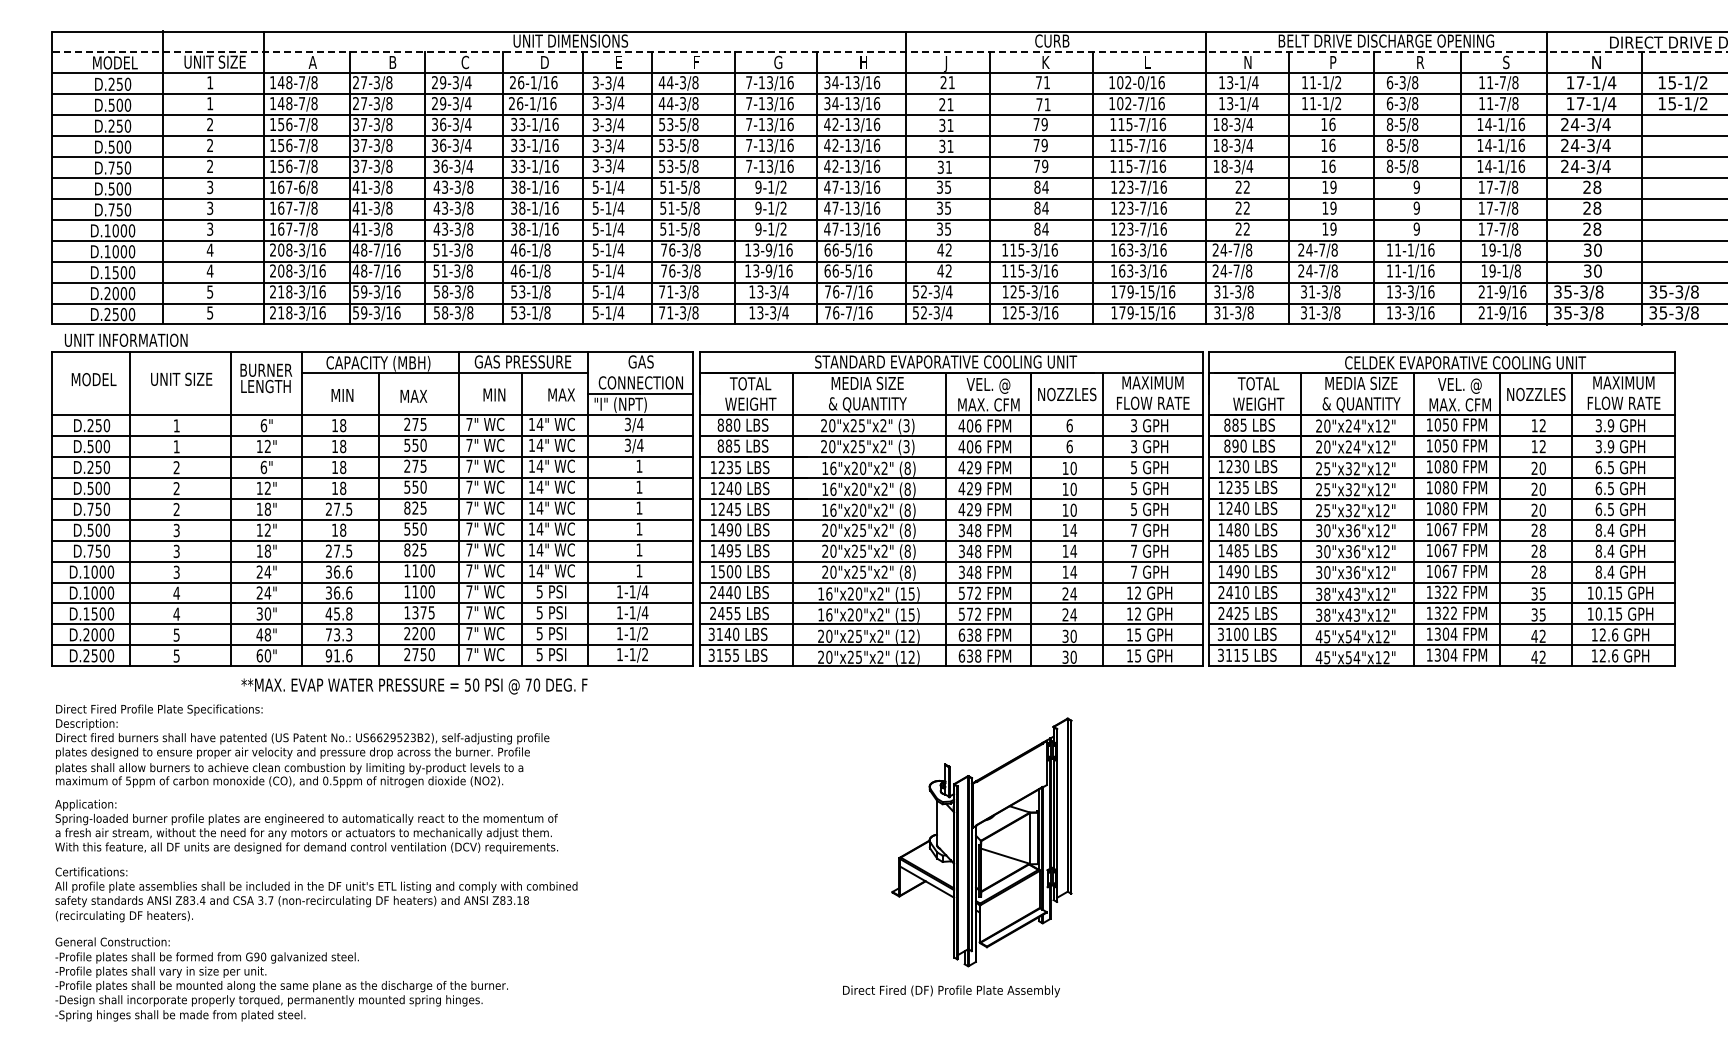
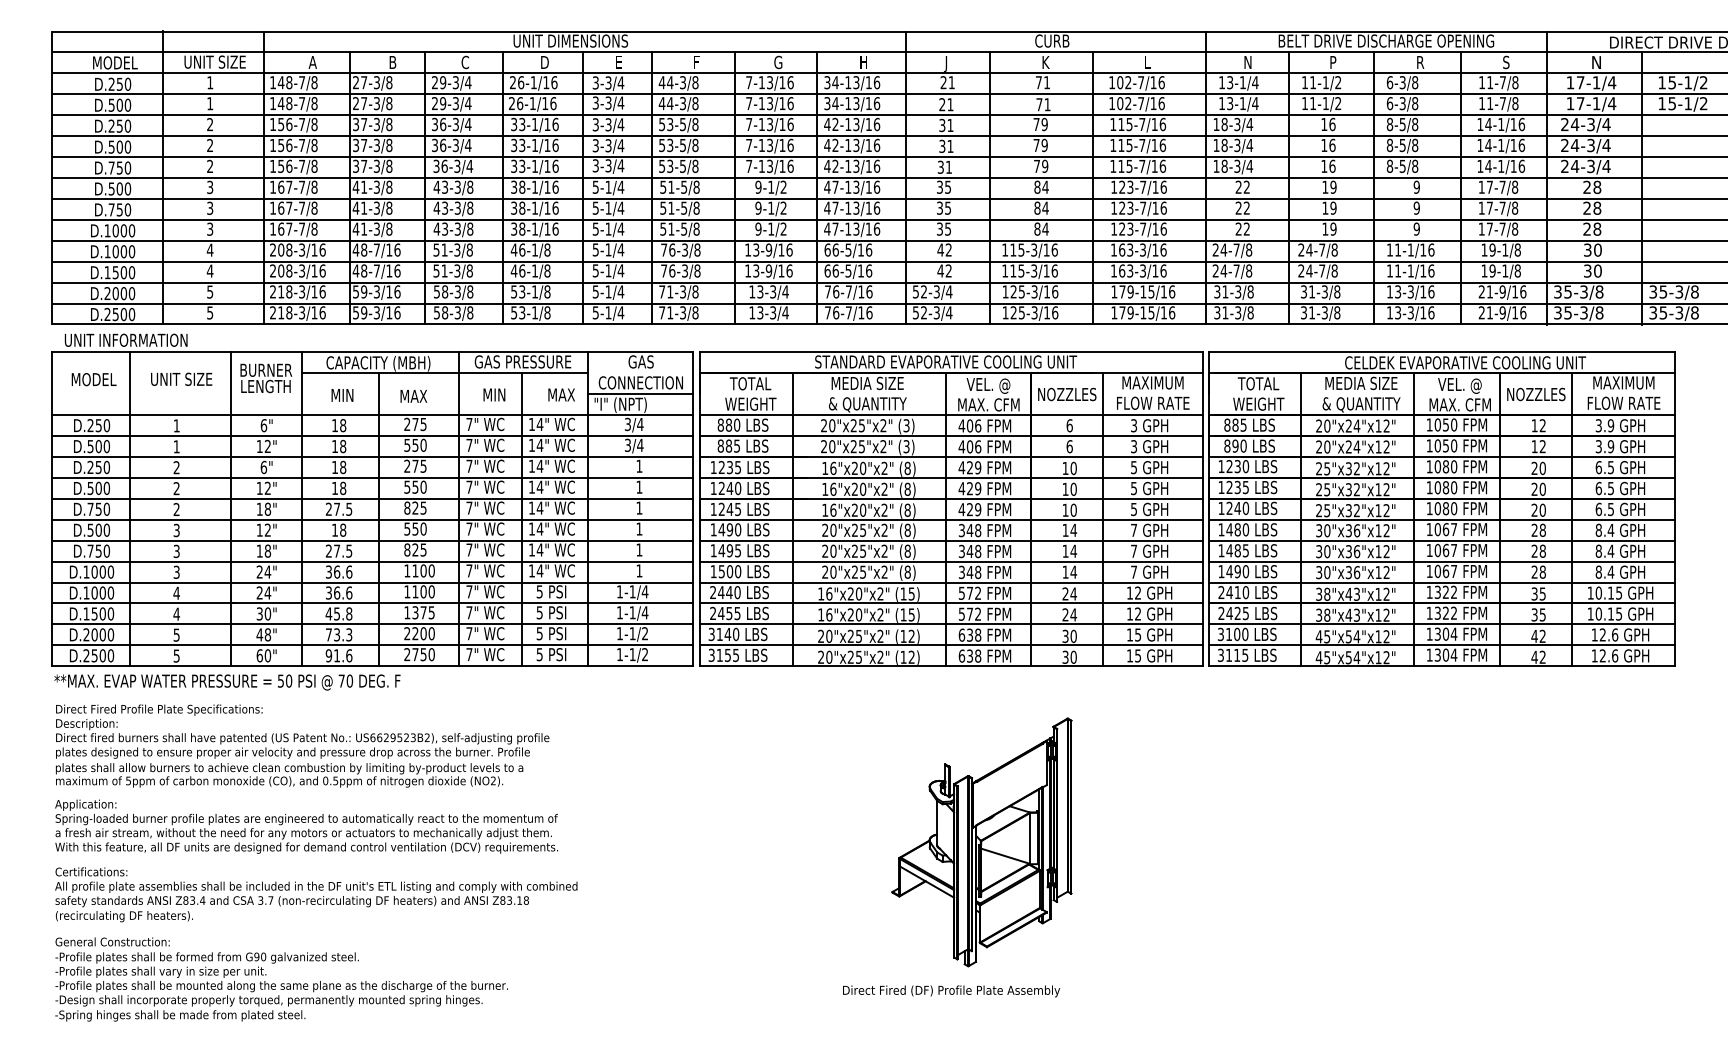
line at (890, 52): dashed -> solid
text at (1141, 82): 102-0/16 -> 102-7/16
text at (302, 186): 167-6/8 -> 167-7/8
text at (414, 686) position: (414, 686) -> (227, 682)
